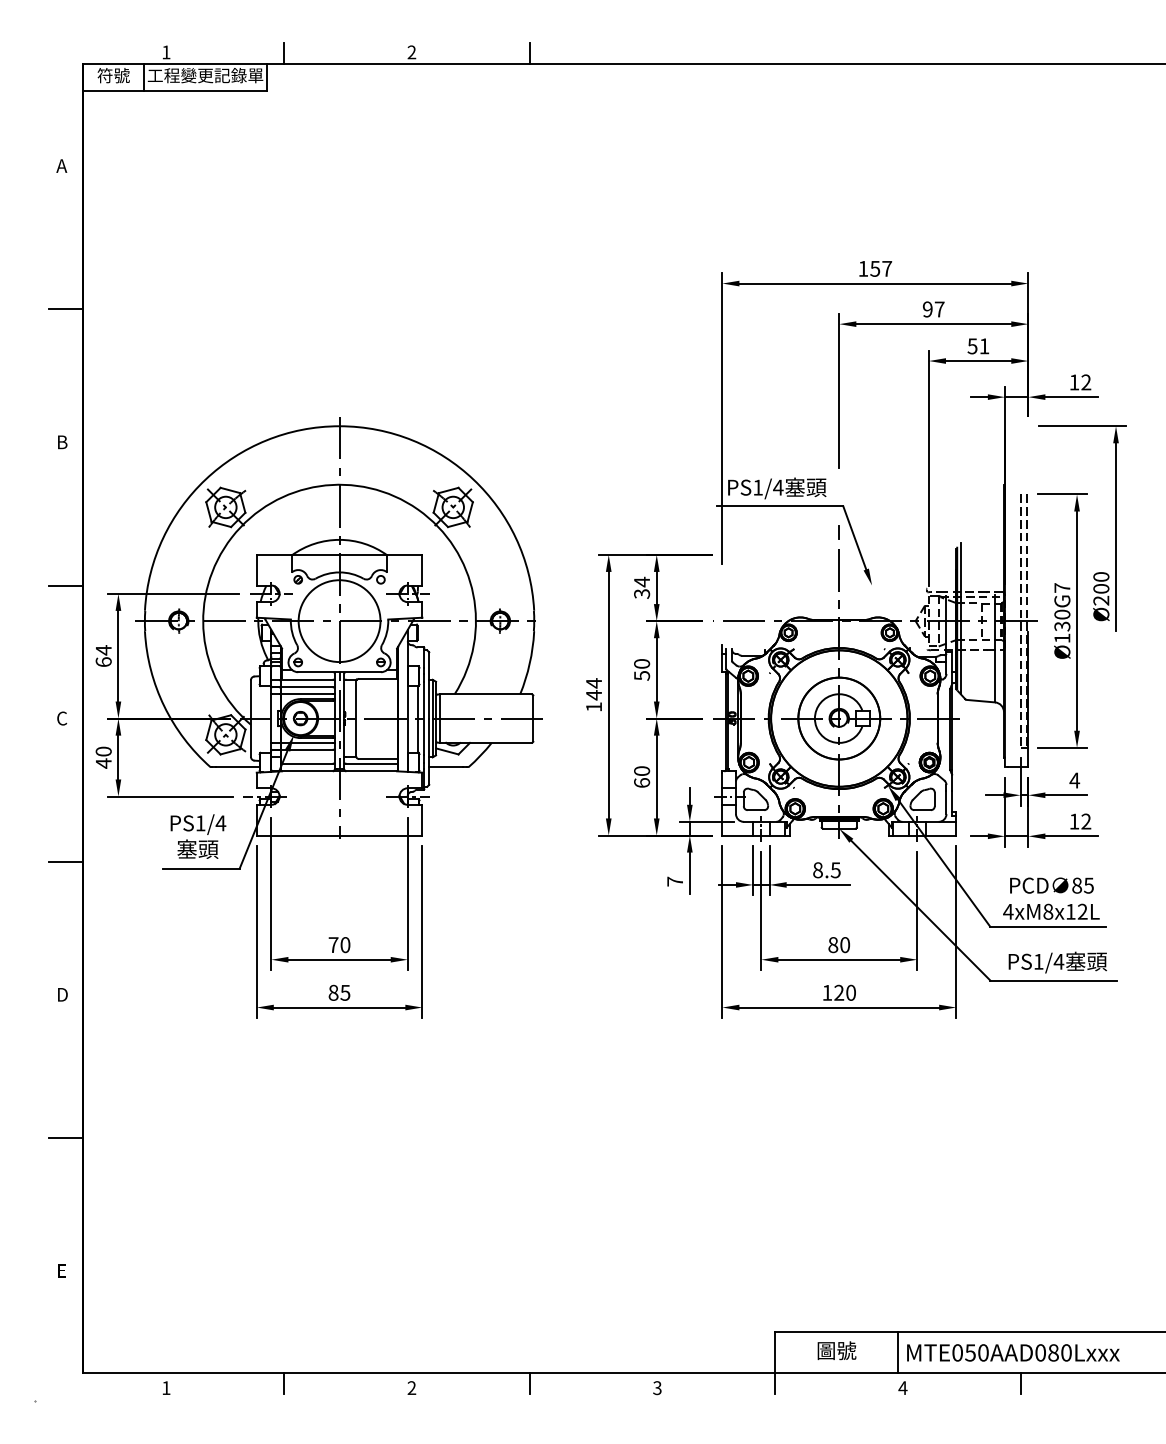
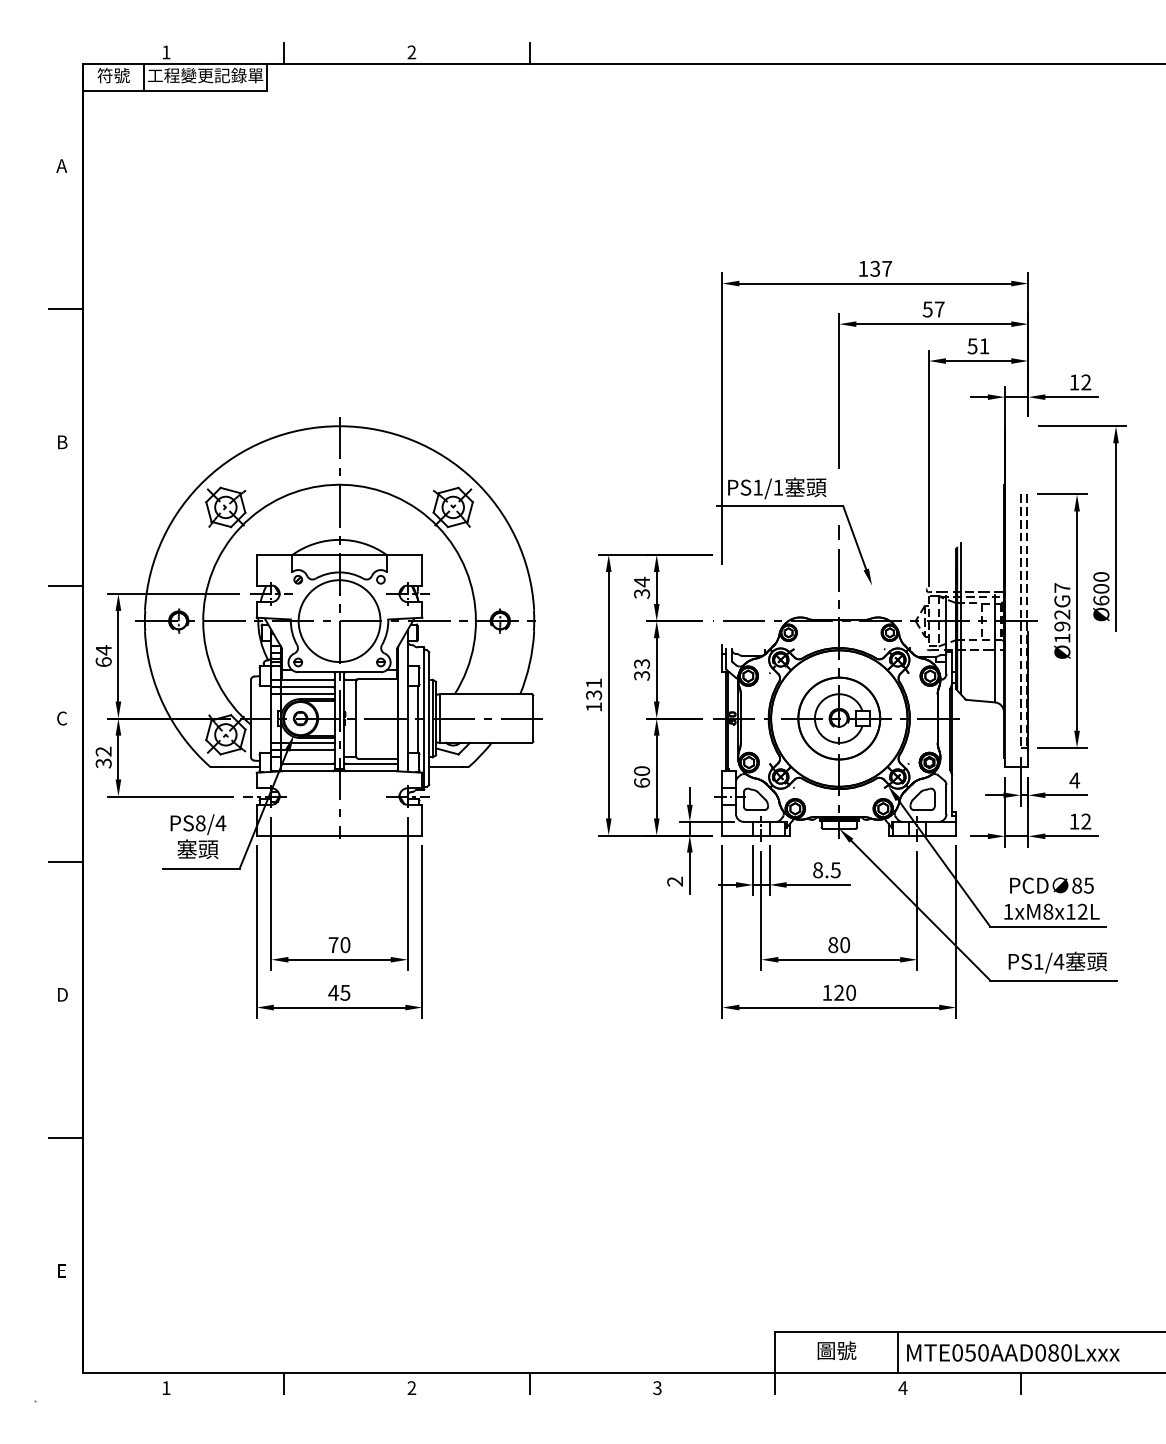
text at (875, 268): 157 -> 137
text at (927, 309): 97 -> 57
text at (778, 487): PS1/4 -> PS1/1
text at (1101, 600): Ø200 -> Ø600
text at (1062, 620): Ø130G7 -> Ø192G7
text at (641, 669): 50 -> 33
text at (594, 689): 144 -> 131
text at (103, 757): 40 -> 32
text at (200, 823): PS1/4 -> PS8/4
text at (674, 881): 7 -> 2
text at (1008, 911): 4xM8x12L -> 1xM8x12L
text at (333, 992): 85 -> 45
